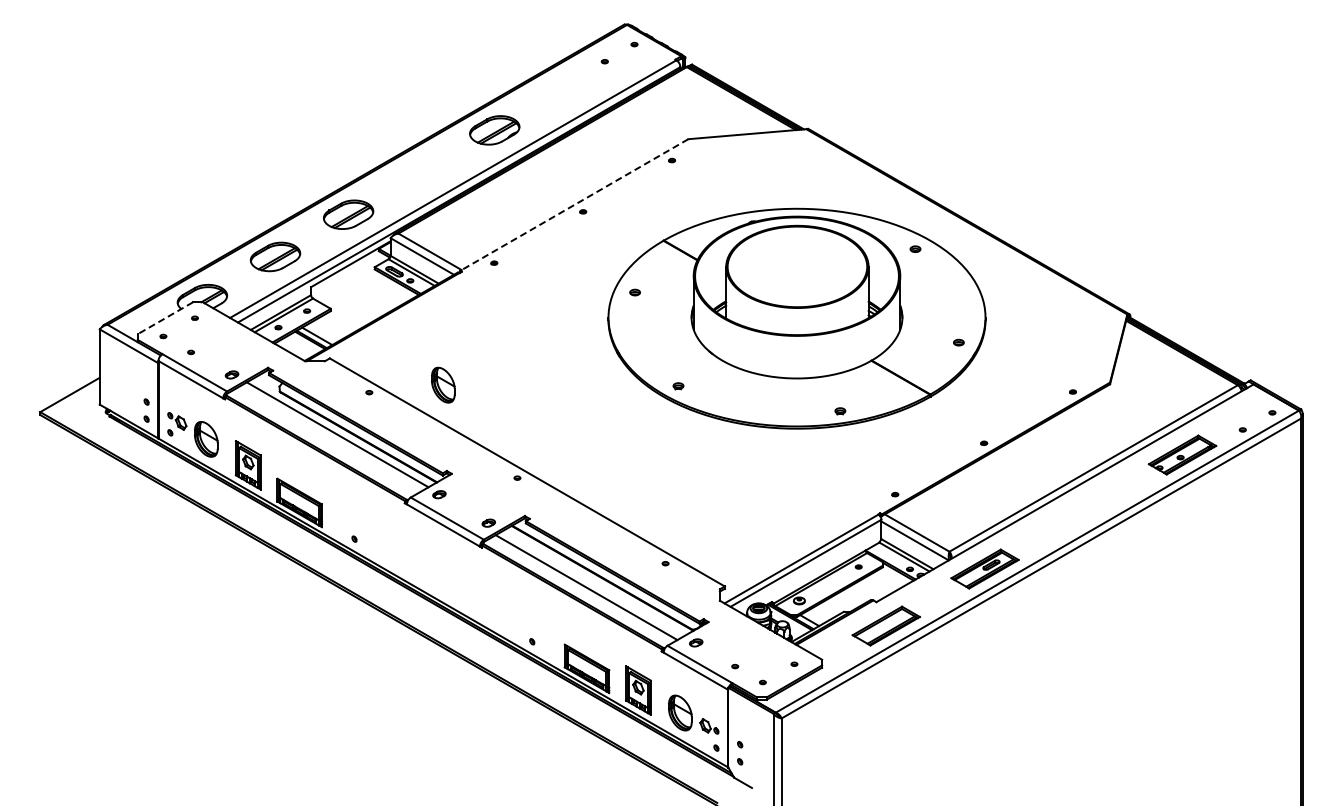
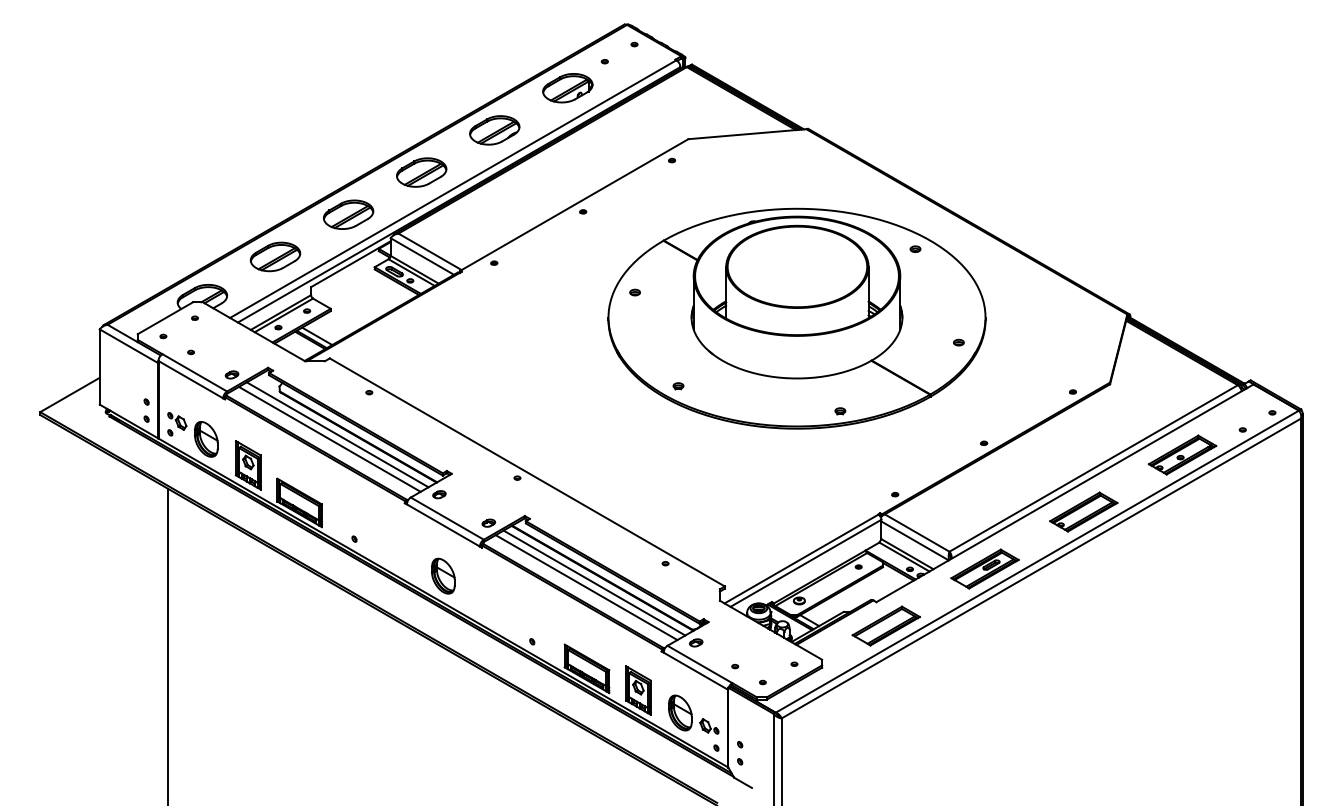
part at (567, 88): none -> present
part at (421, 172): none -> present
line at (574, 205): dashed -> solid
line at (165, 318): dashed -> solid
part at (443, 384) position: (443, 384) -> (443, 575)
line at (329, 438): none -> present
part at (1083, 511): none -> present
line at (594, 582): none -> present
line at (167, 645): none -> present
